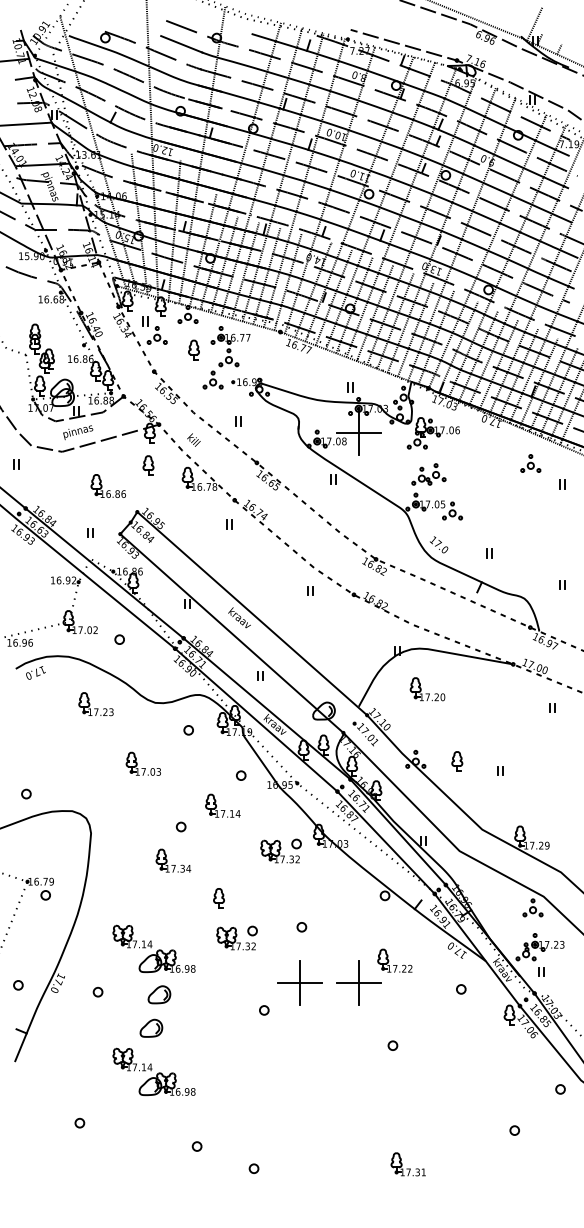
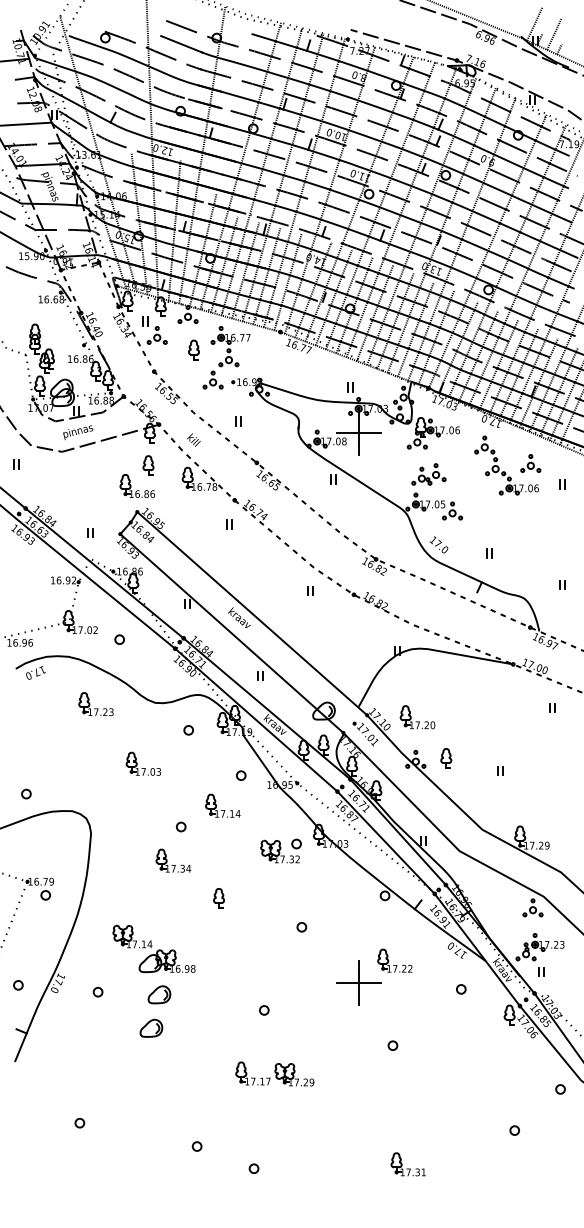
line at (554, 33): none -> present
part at (505, 471): none -> present
part at (107, 485) position: (107, 485) -> (136, 485)
part at (427, 689) position: (427, 689) -> (417, 717)
part at (457, 761) position: (457, 761) -> (446, 758)
part at (236, 937): present -> none
part at (299, 982): present -> none
part at (153, 1071): present -> none
part at (274, 1073): none -> present
